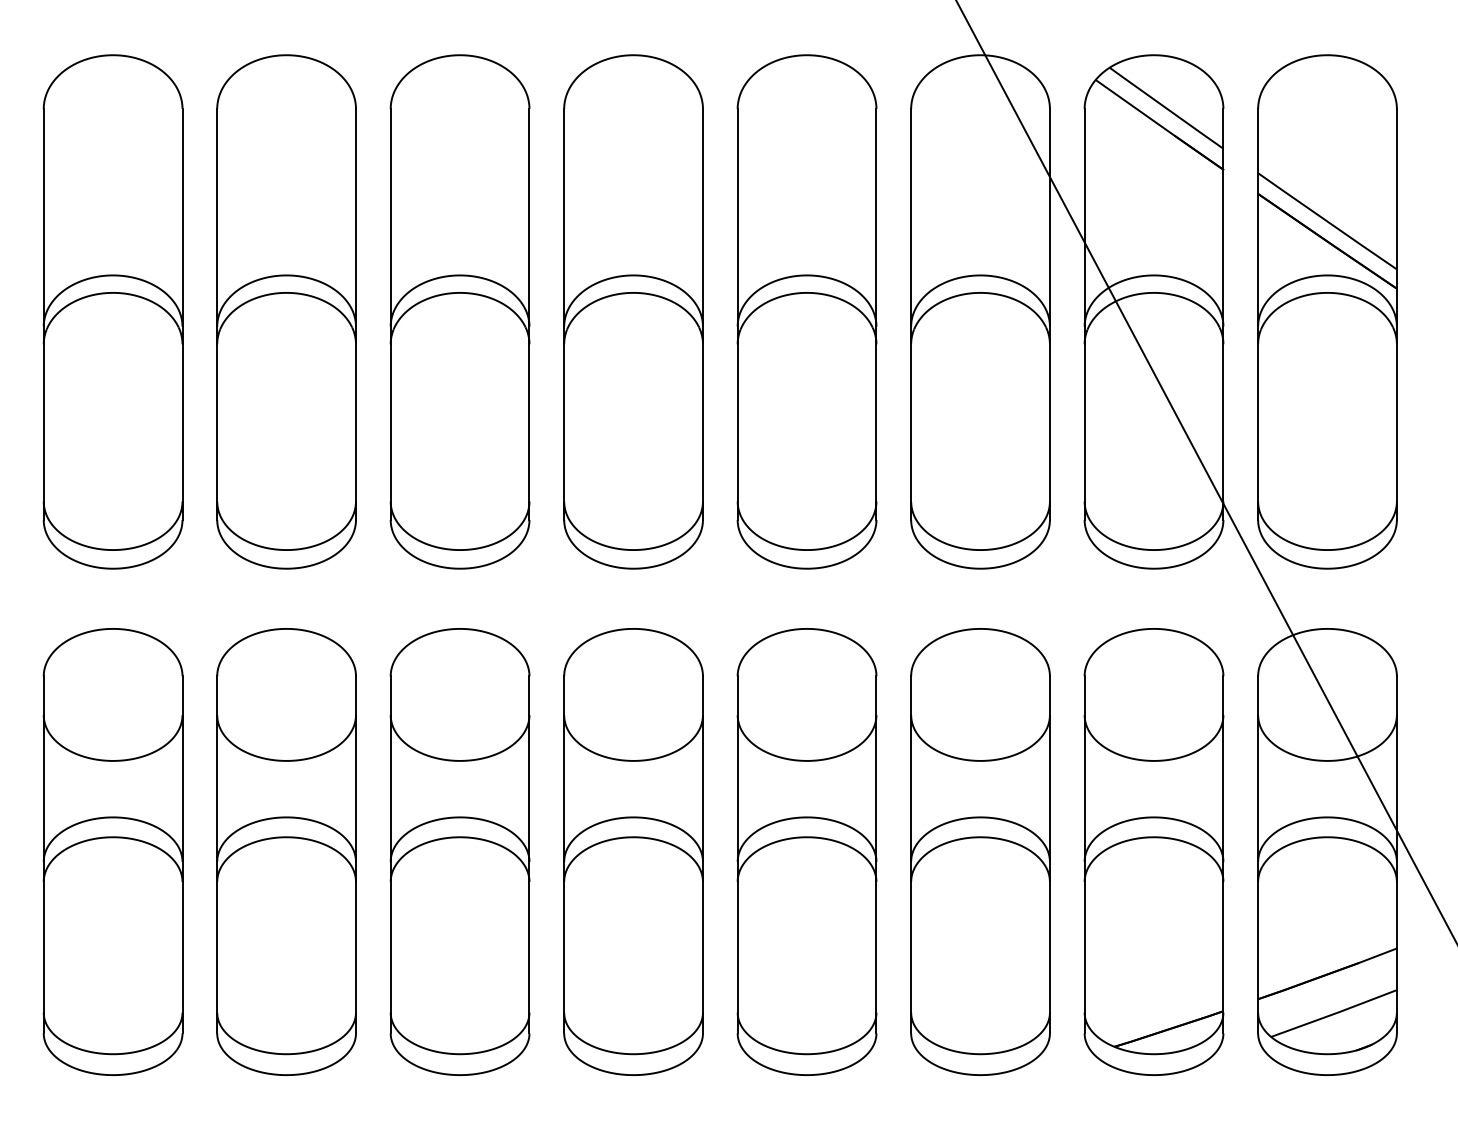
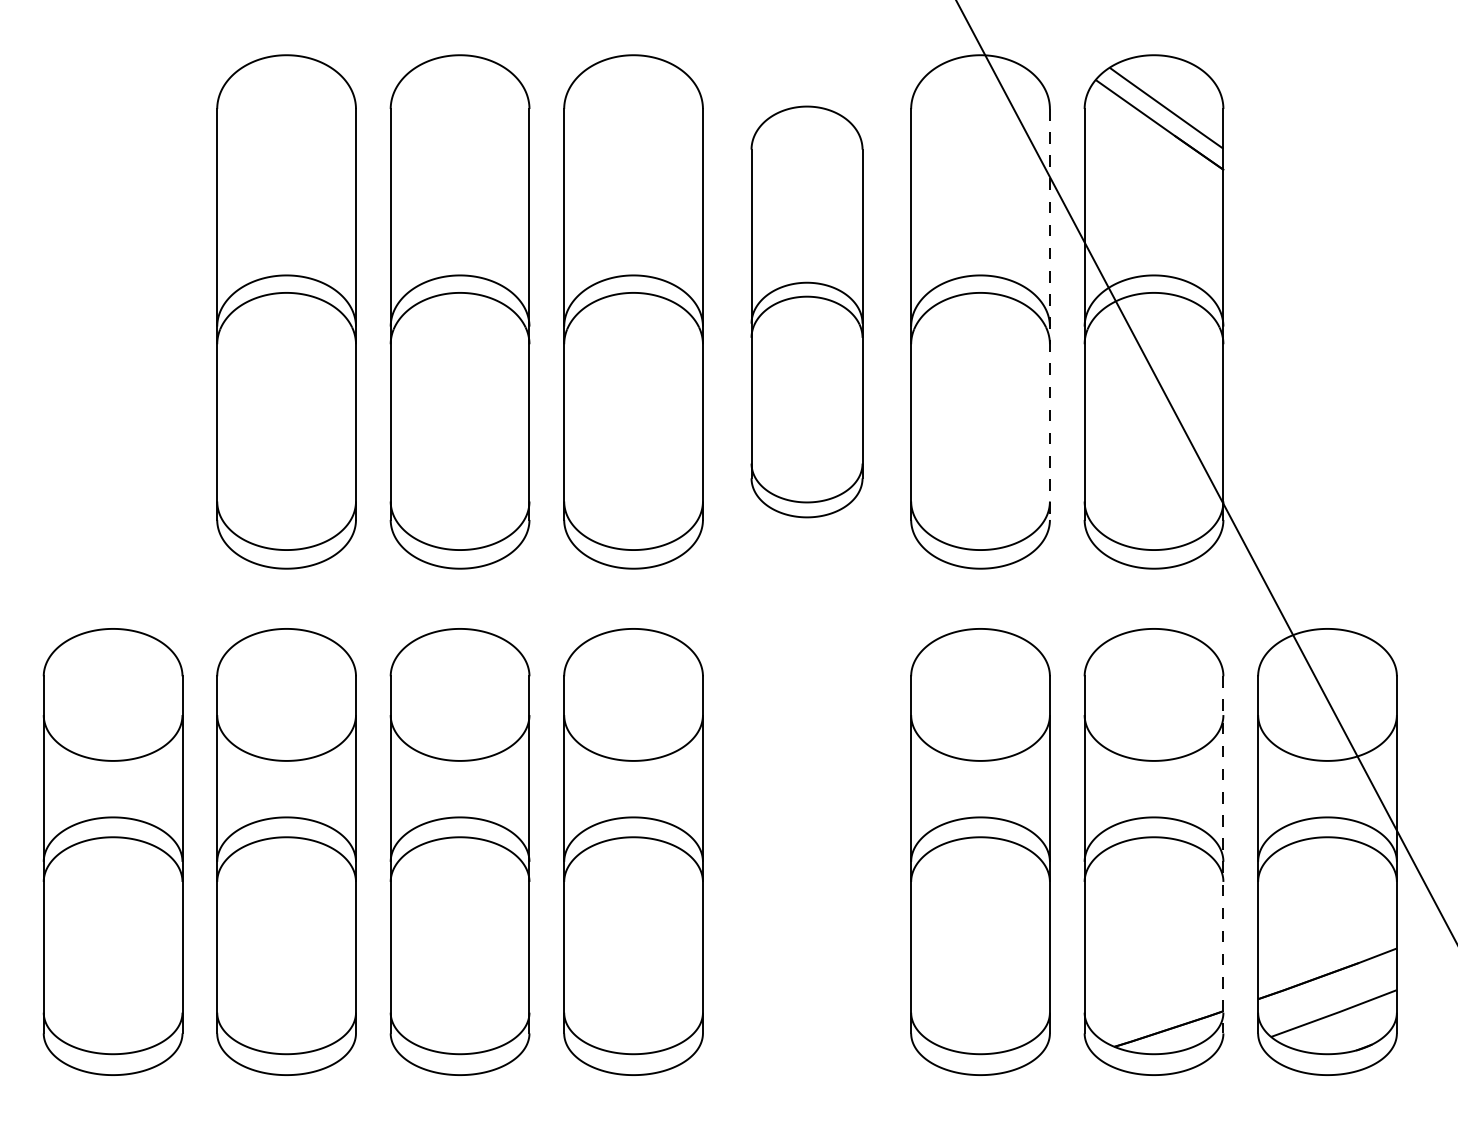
part at (112, 311): present -> none
part at (806, 311) size: 142x516 px -> 114x414 px
part at (1327, 311): present -> none
line at (1049, 314): solid -> dashed
part at (806, 851): present -> none
line at (1223, 854): solid -> dashed
